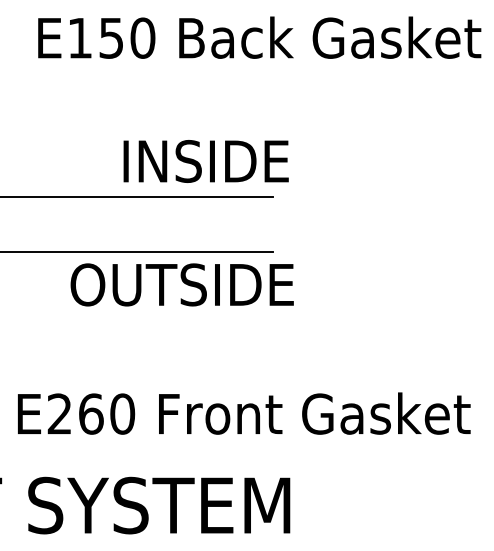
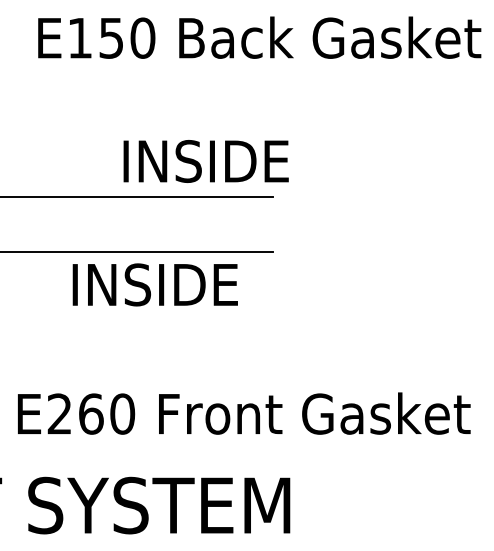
text at (181, 284): OUTSIDE -> INSIDE
